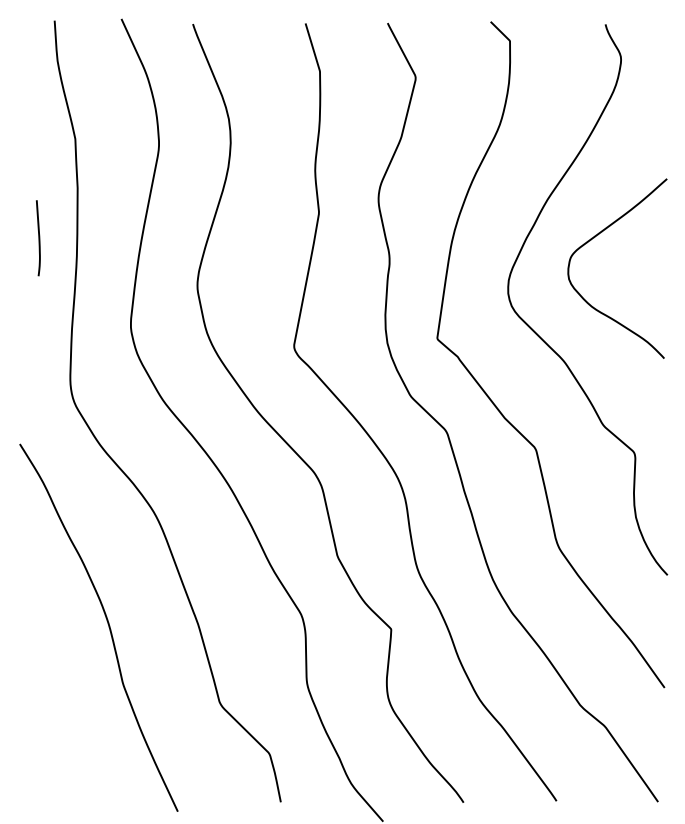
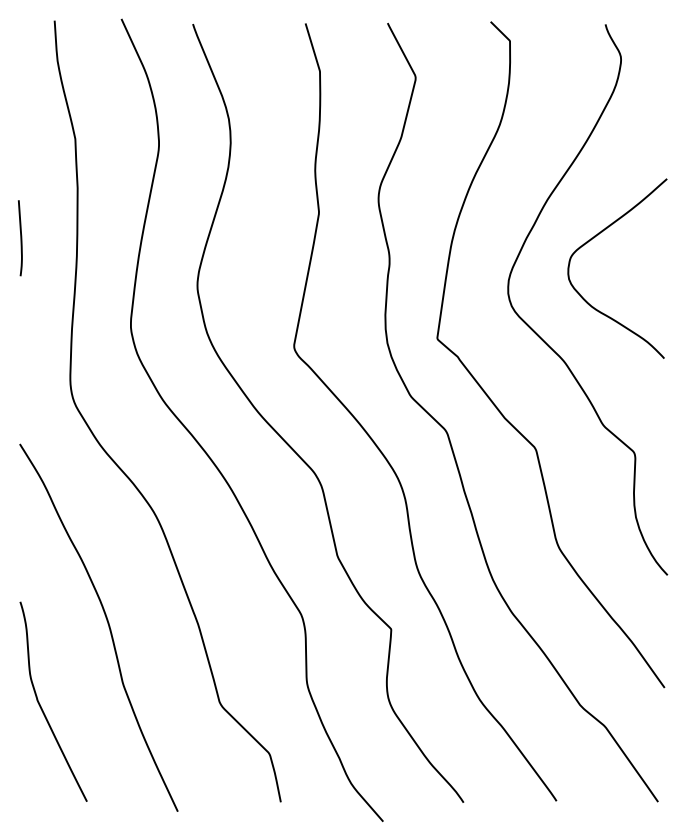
curve at (38, 238) position: (38, 238) -> (20, 238)
curve at (41, 706): none -> present
